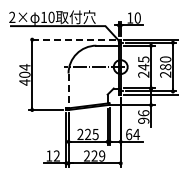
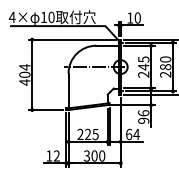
text at (11, 16): 2× -> 4×
line at (72, 39): dashed -> solid
line at (68, 91): dashed -> solid
text at (94, 155): 229 -> 300
